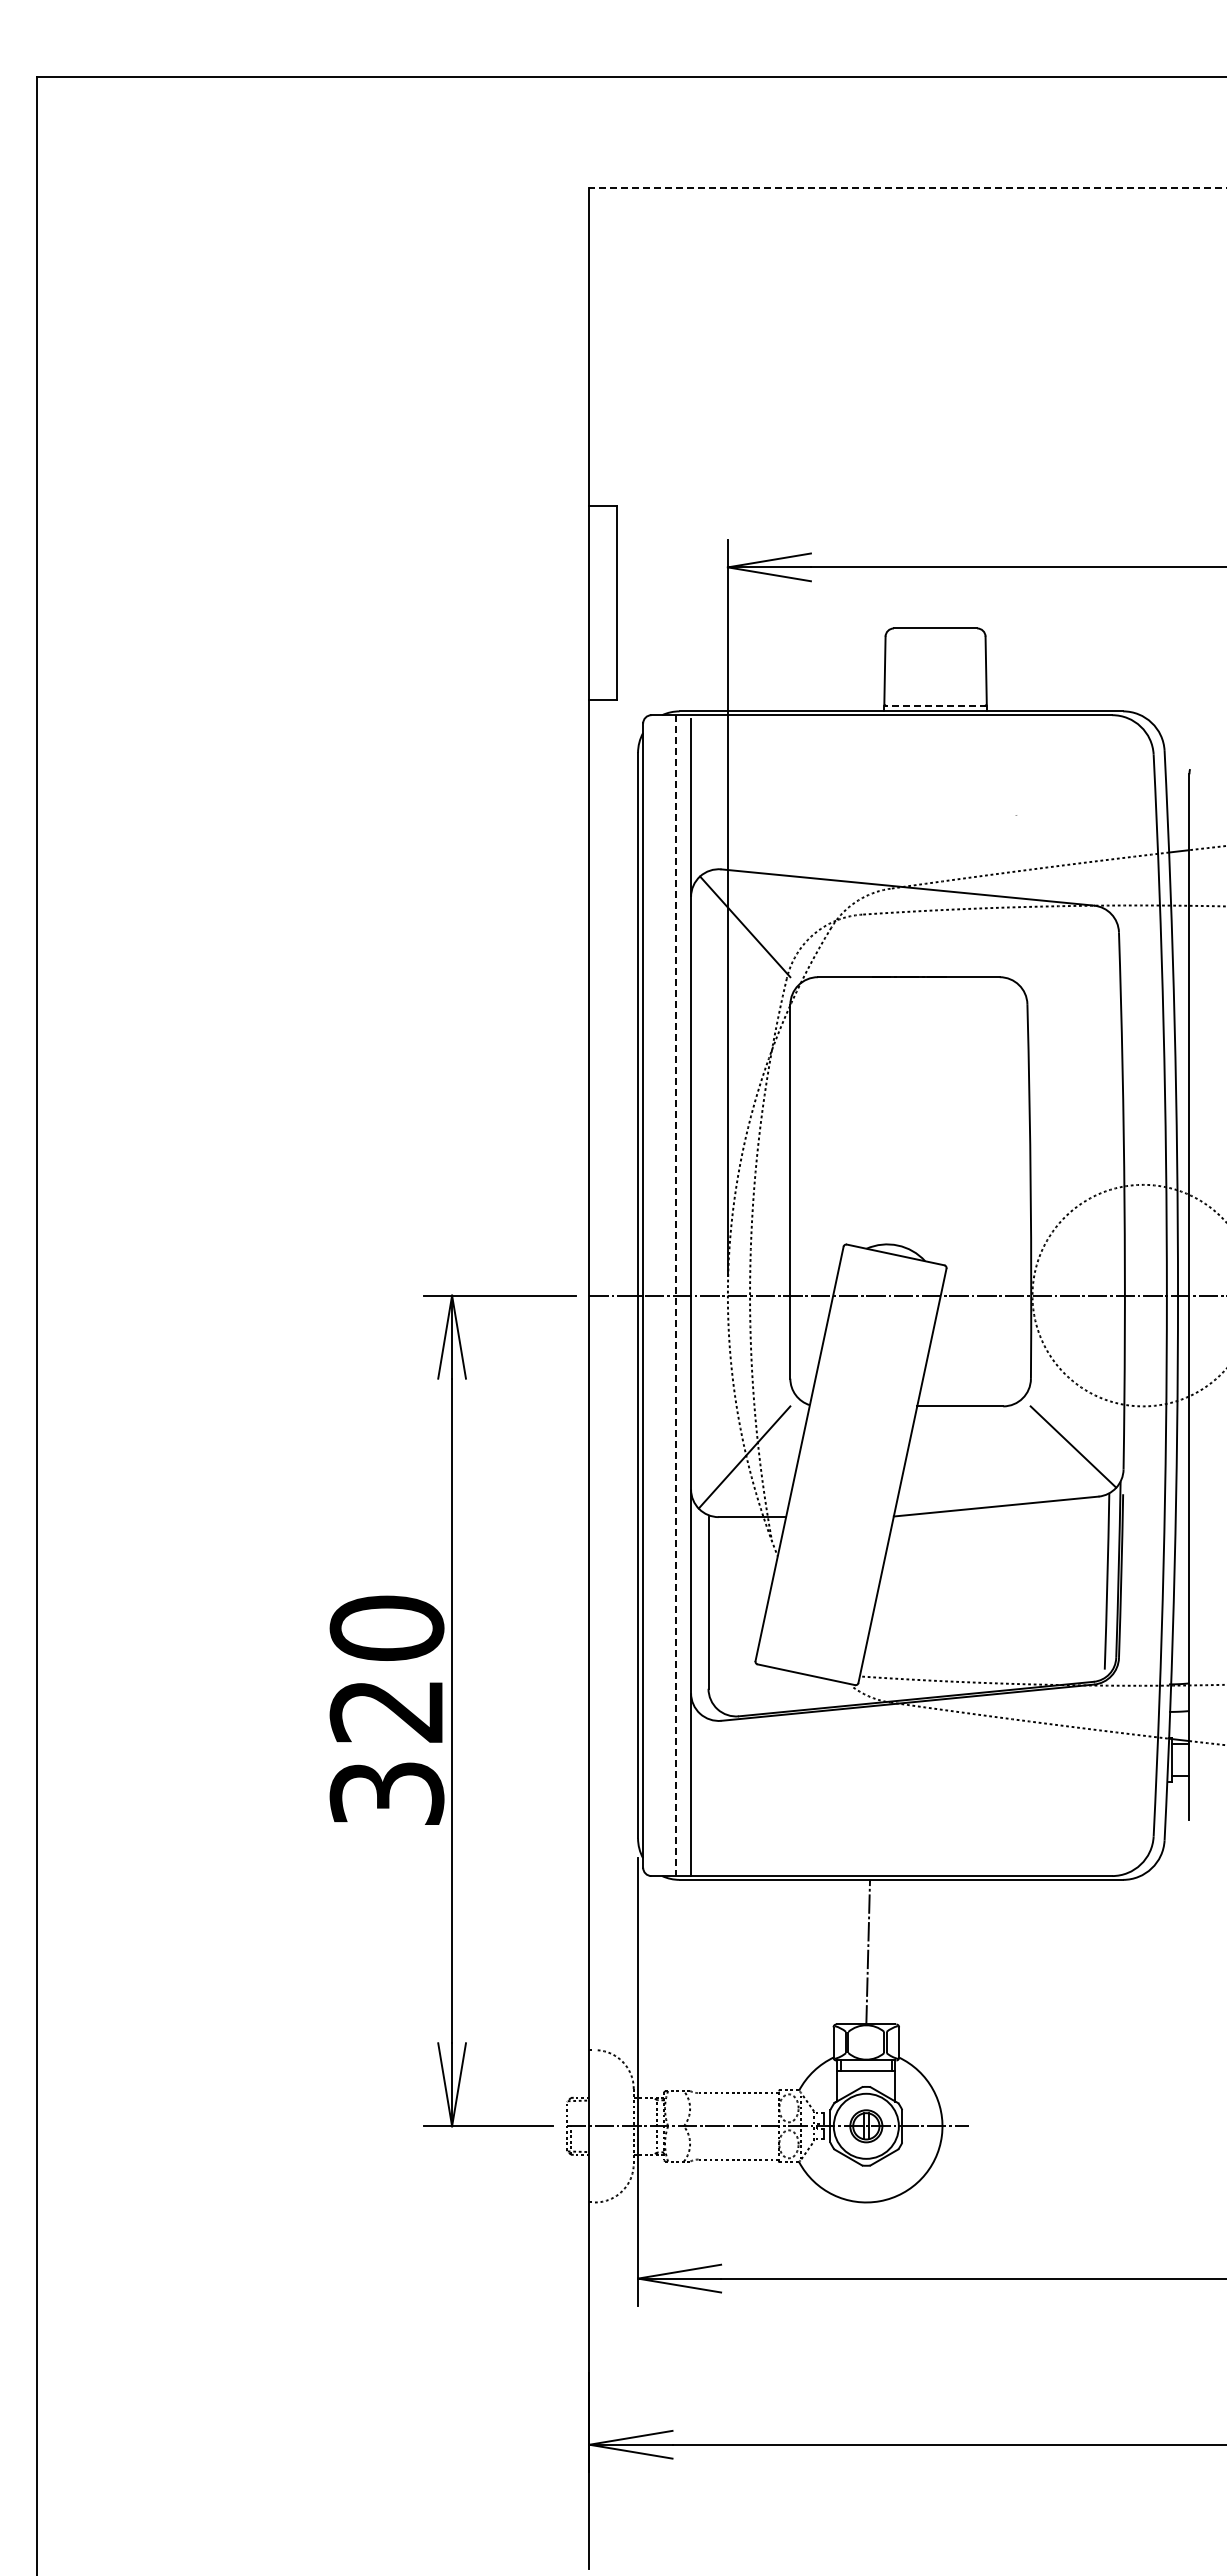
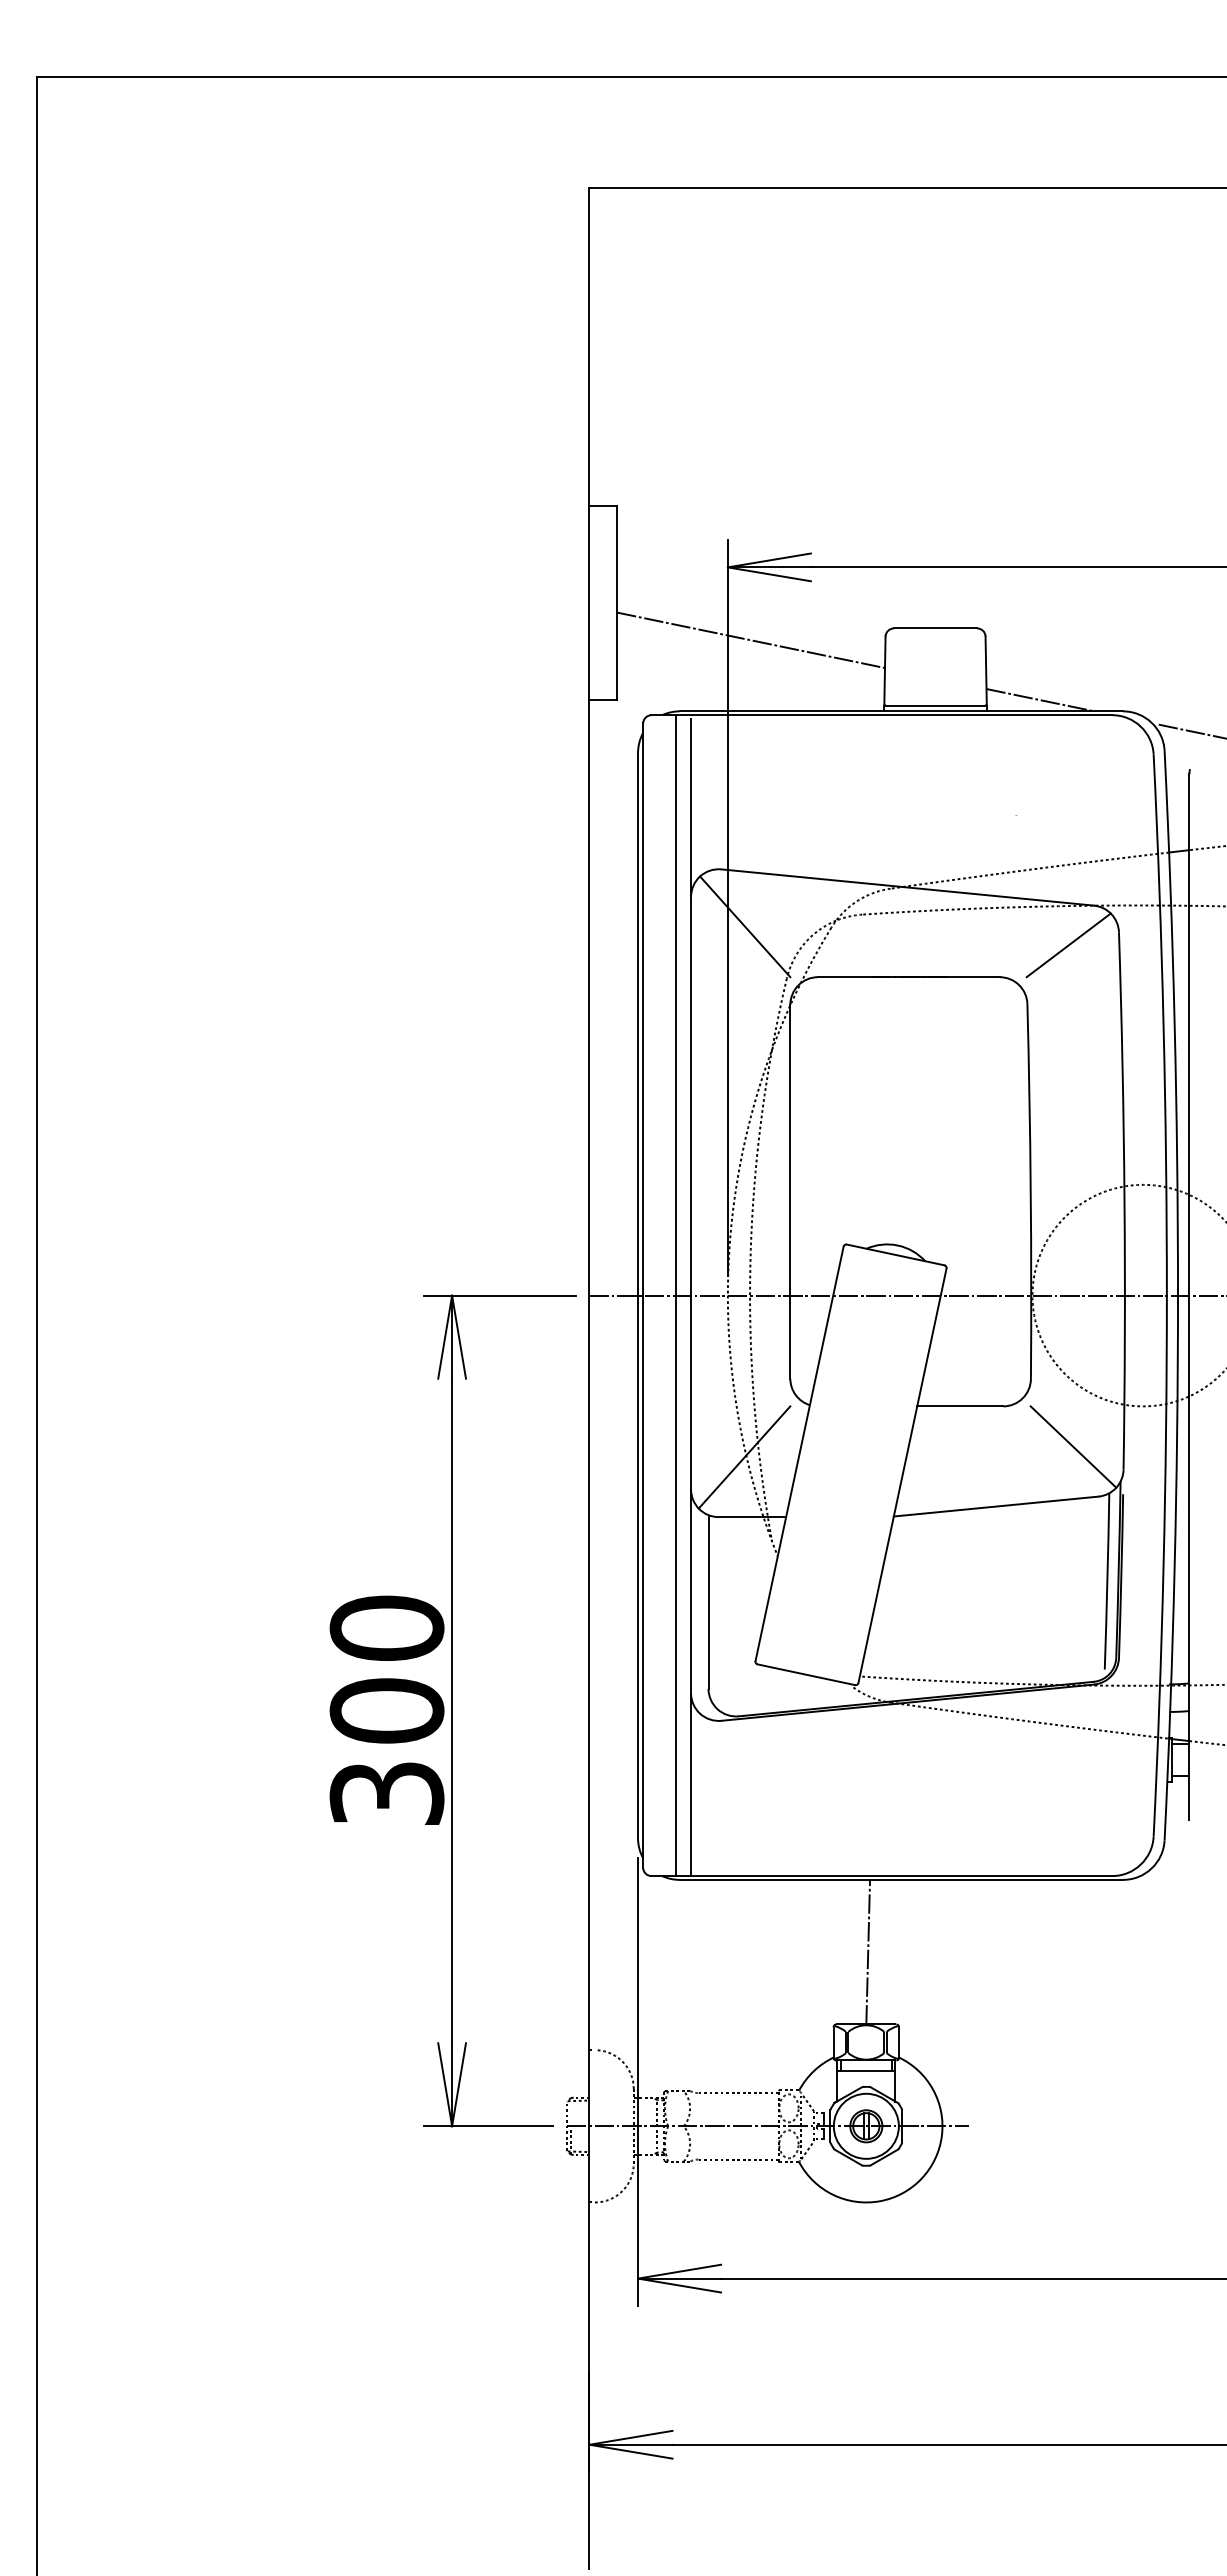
line at (907, 188): dashed -> solid
line at (751, 640): none -> present
line at (1040, 700): none -> present
line at (935, 705): dashed -> solid
line at (1190, 731): none -> present
line at (1068, 945): none -> present
line at (676, 1296): dashed -> solid
text at (386, 1710): 320 -> 300
